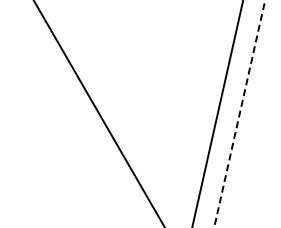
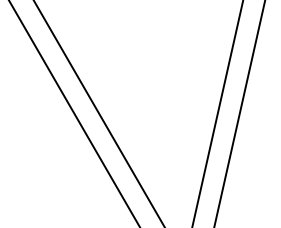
line at (73, 113): none -> present
line at (239, 114): dashed -> solid
